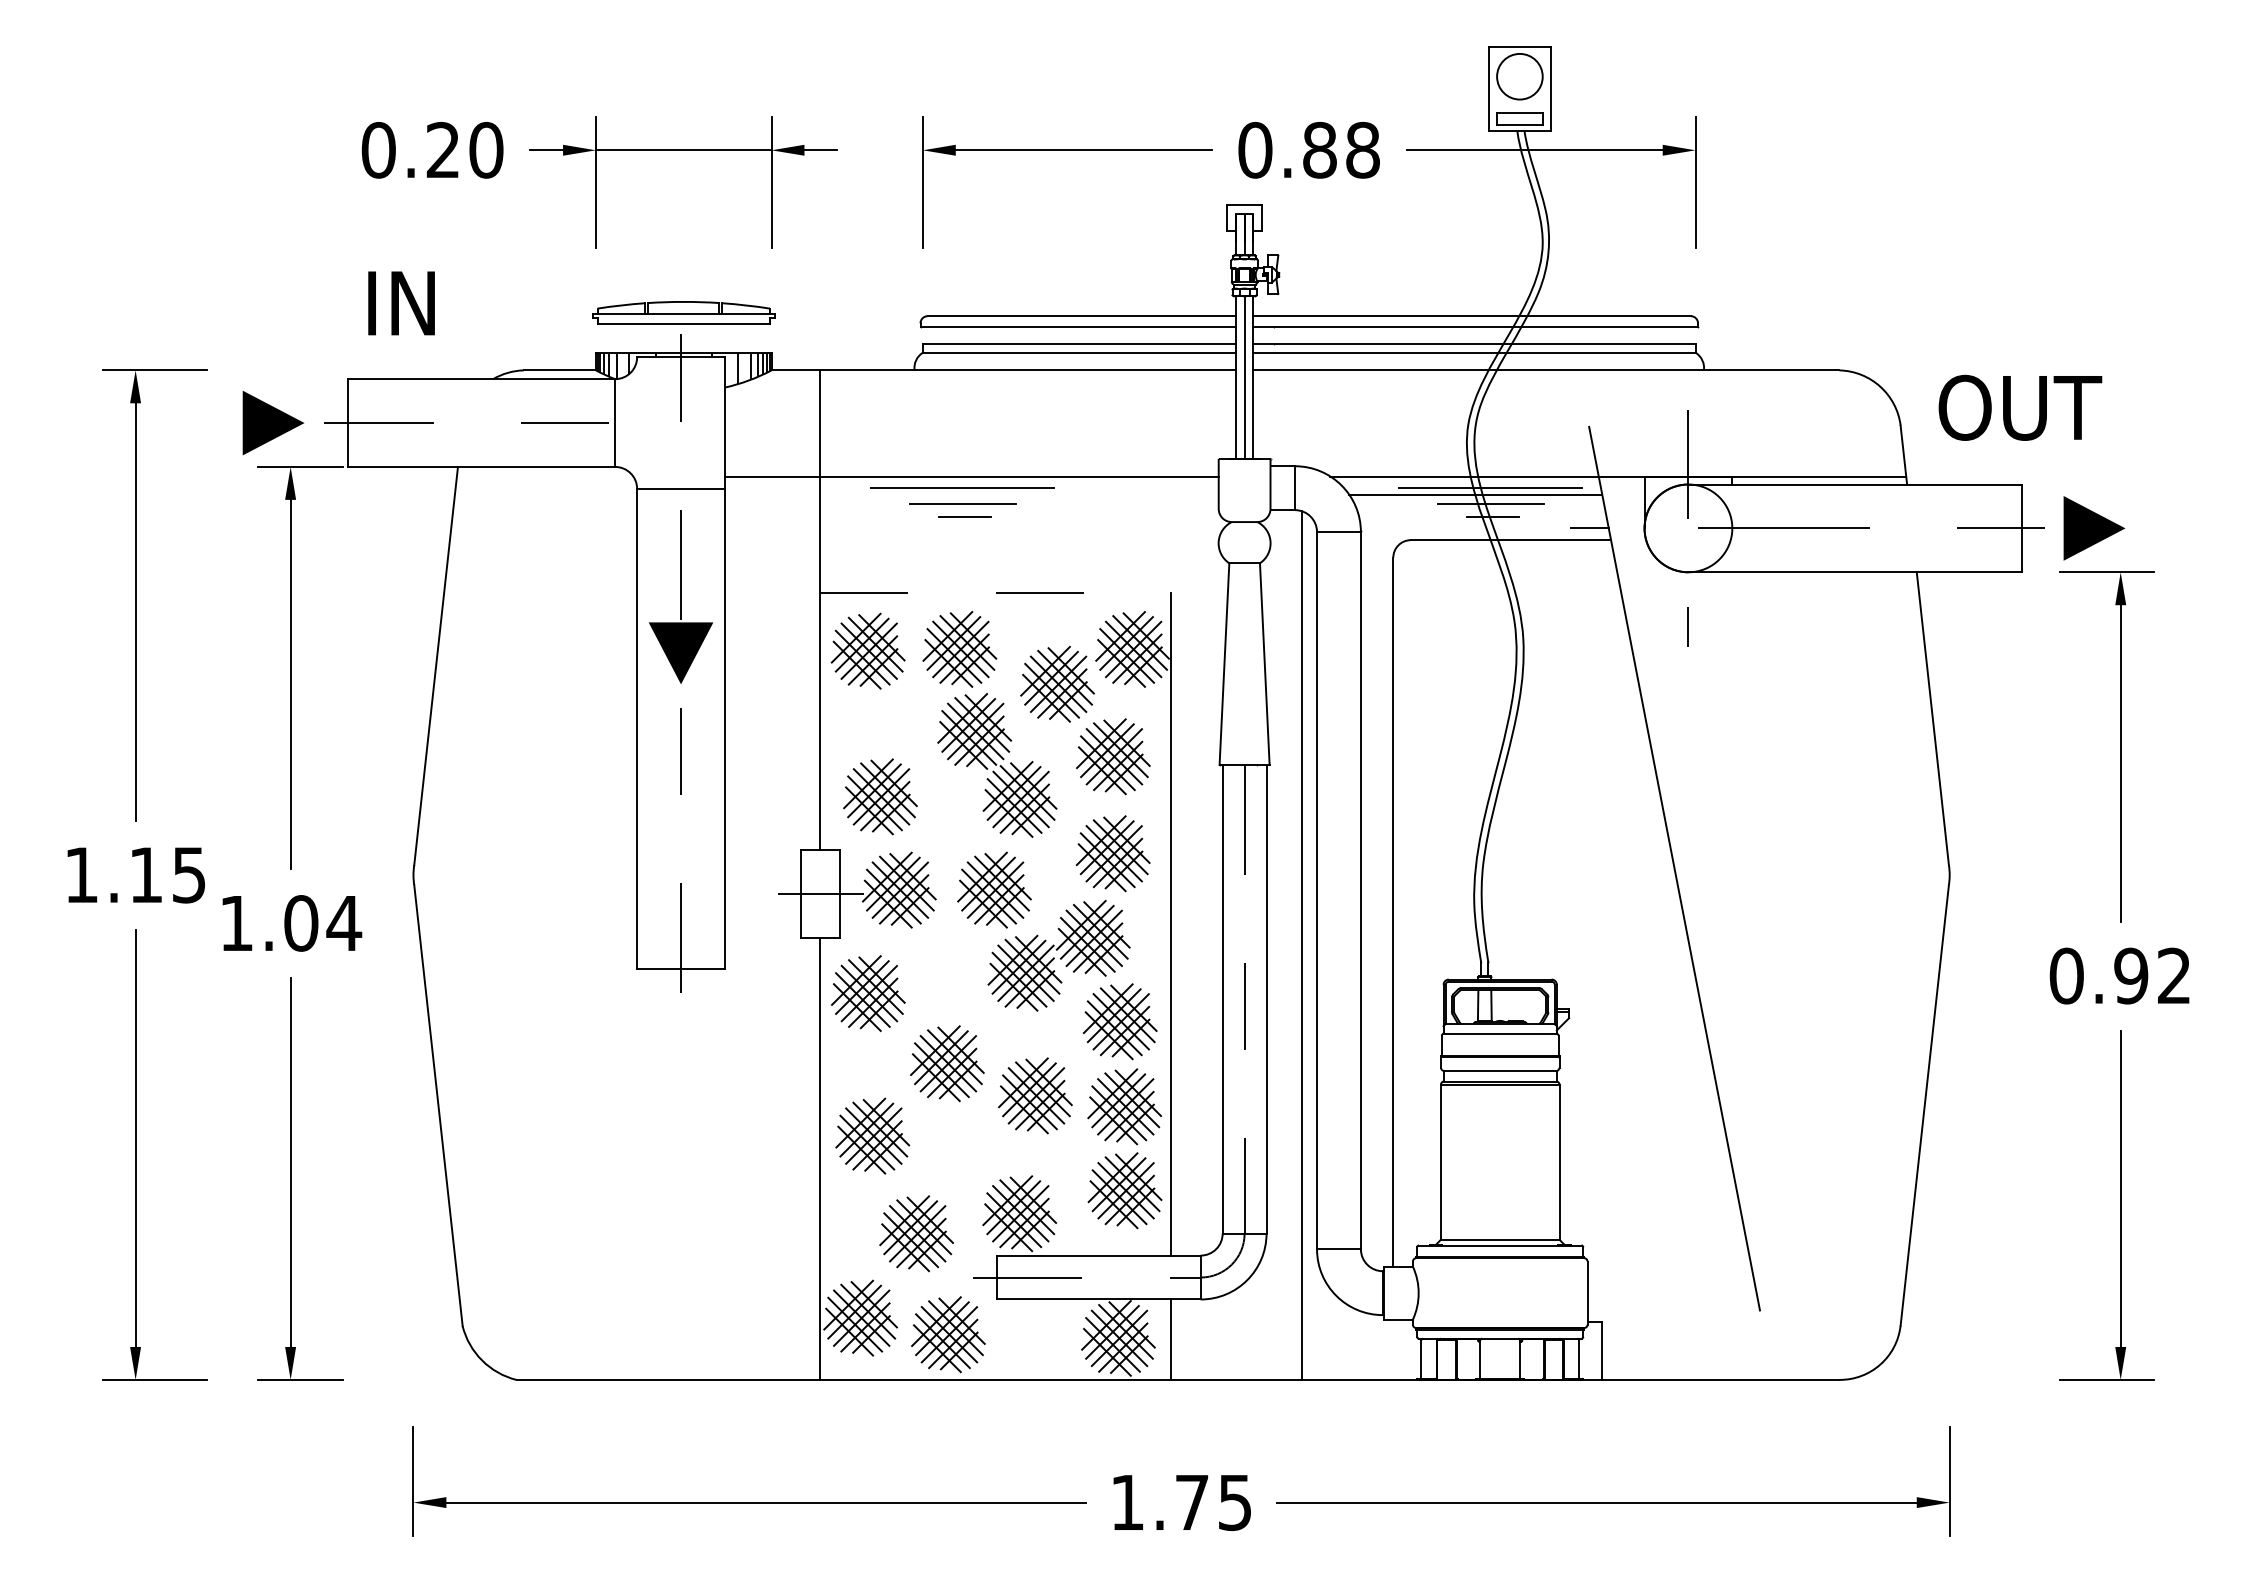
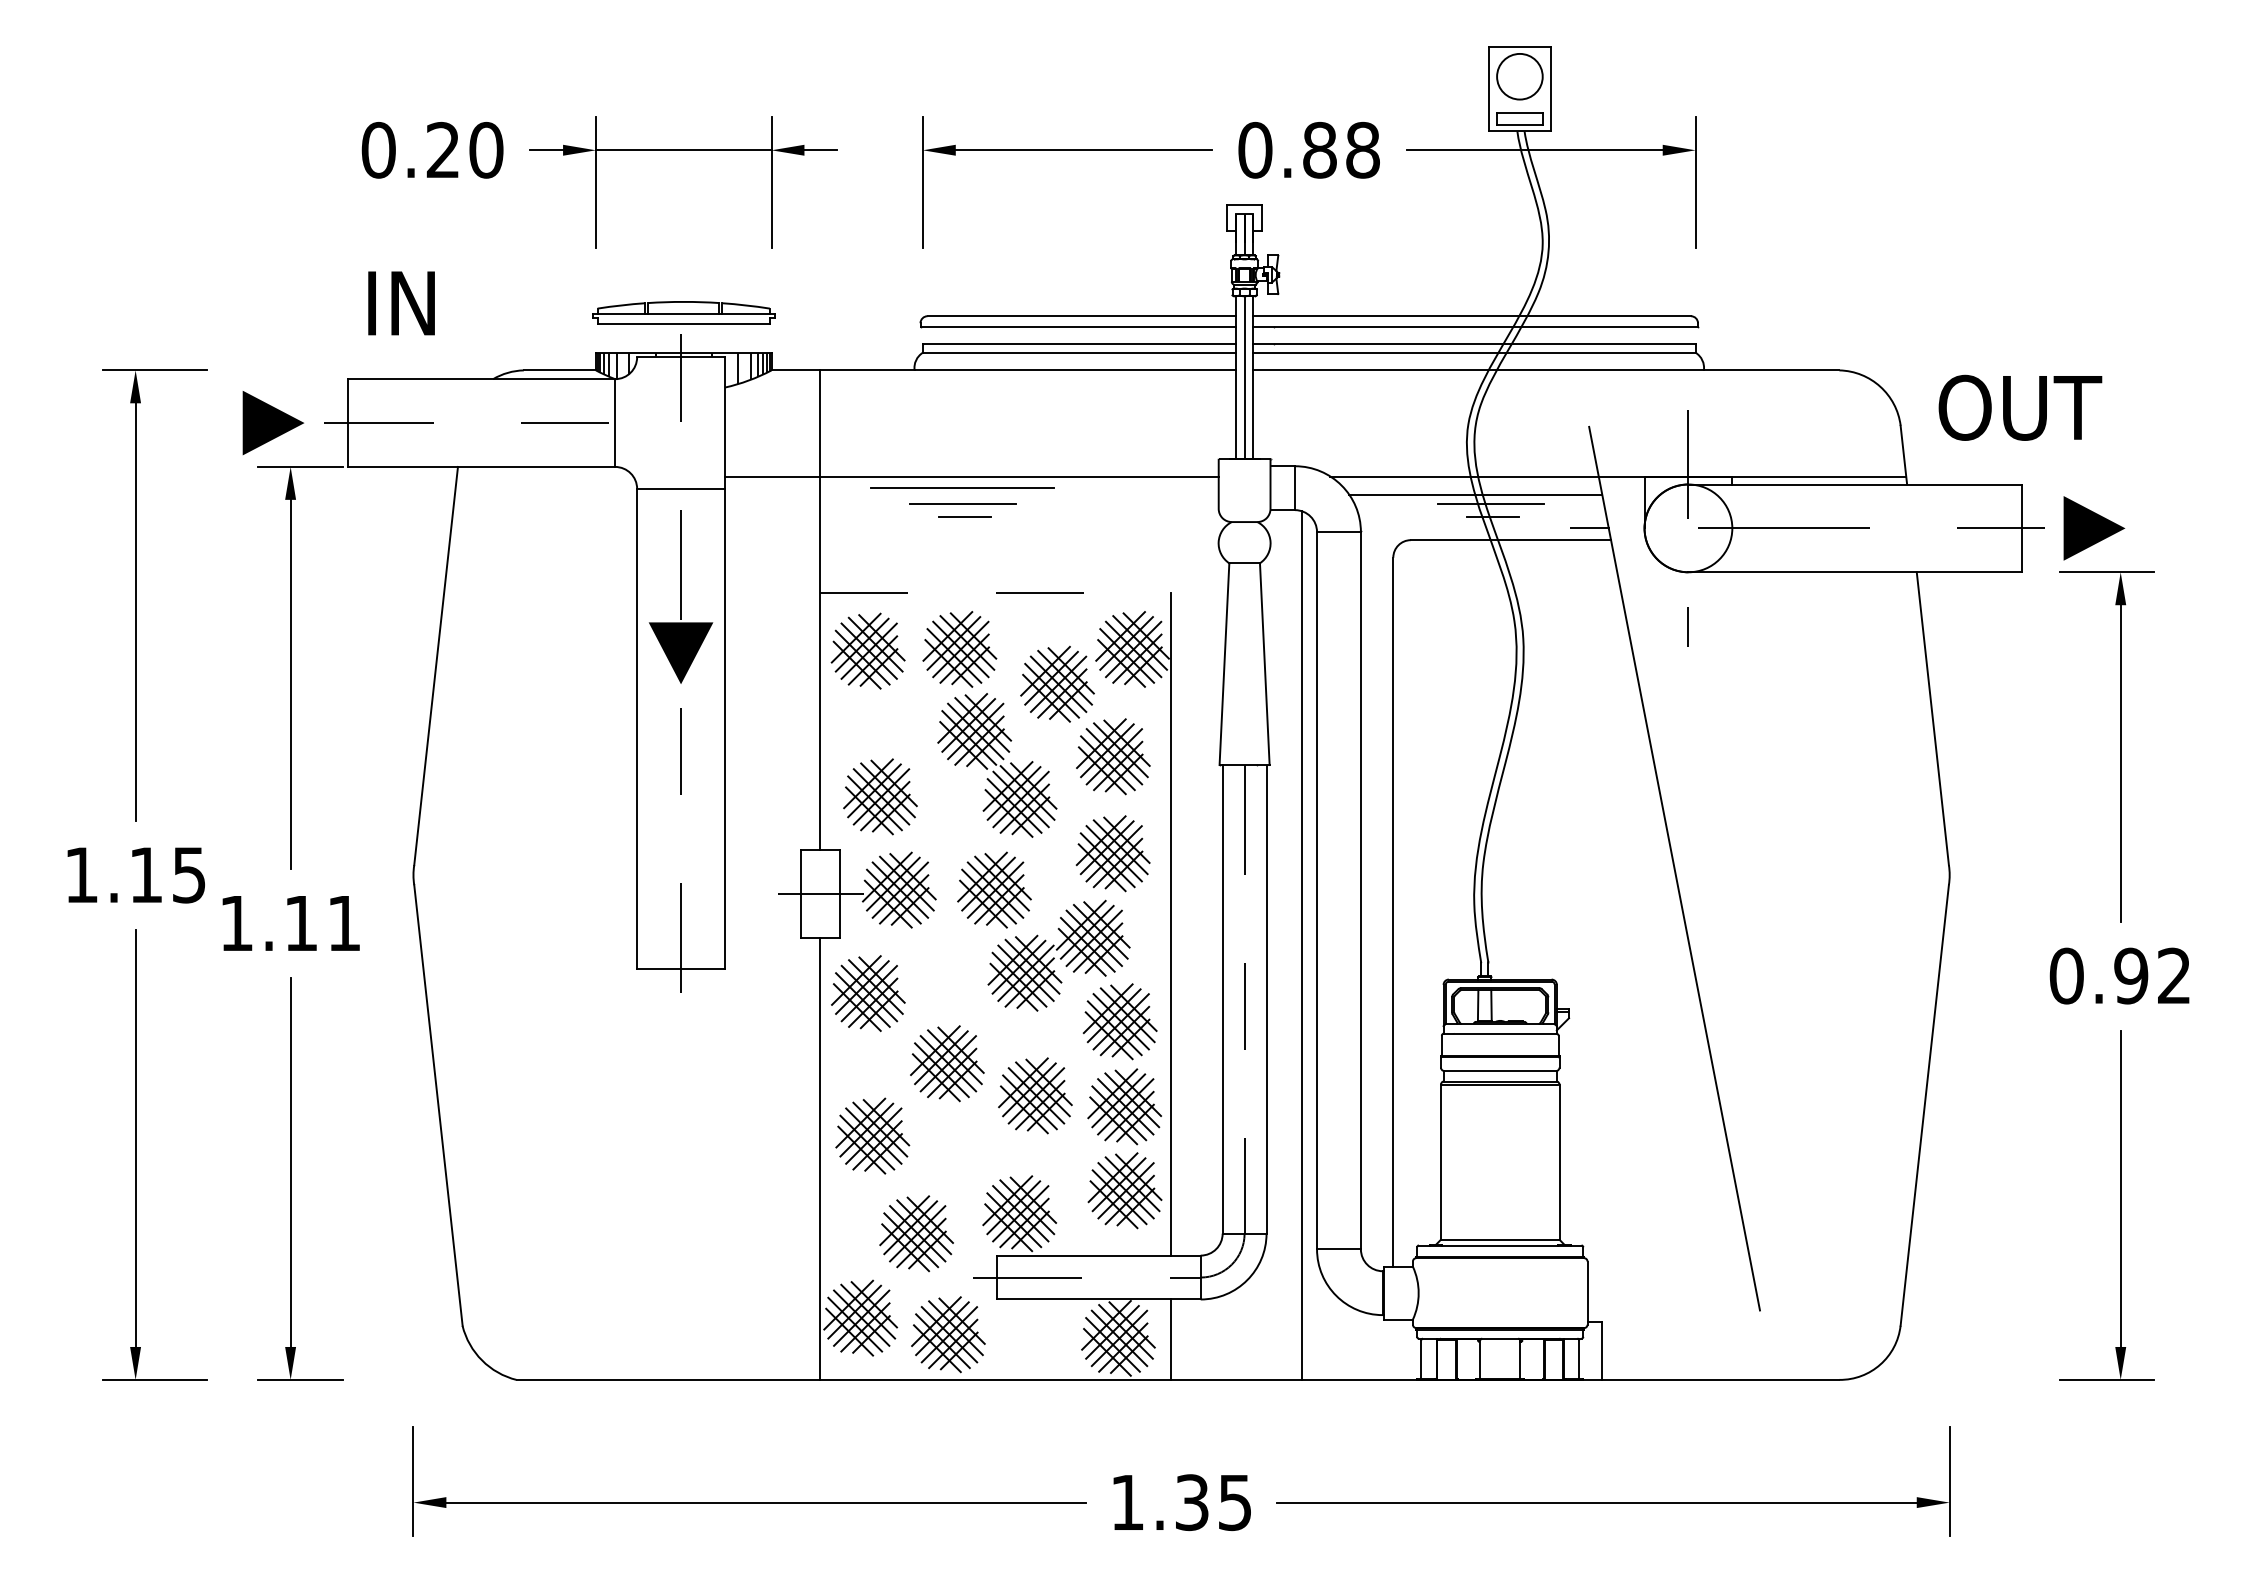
line at (1490, 488): present -> none
text at (323, 923): 1.04 -> 1.11
text at (1192, 1502): 1.75 -> 1.35
